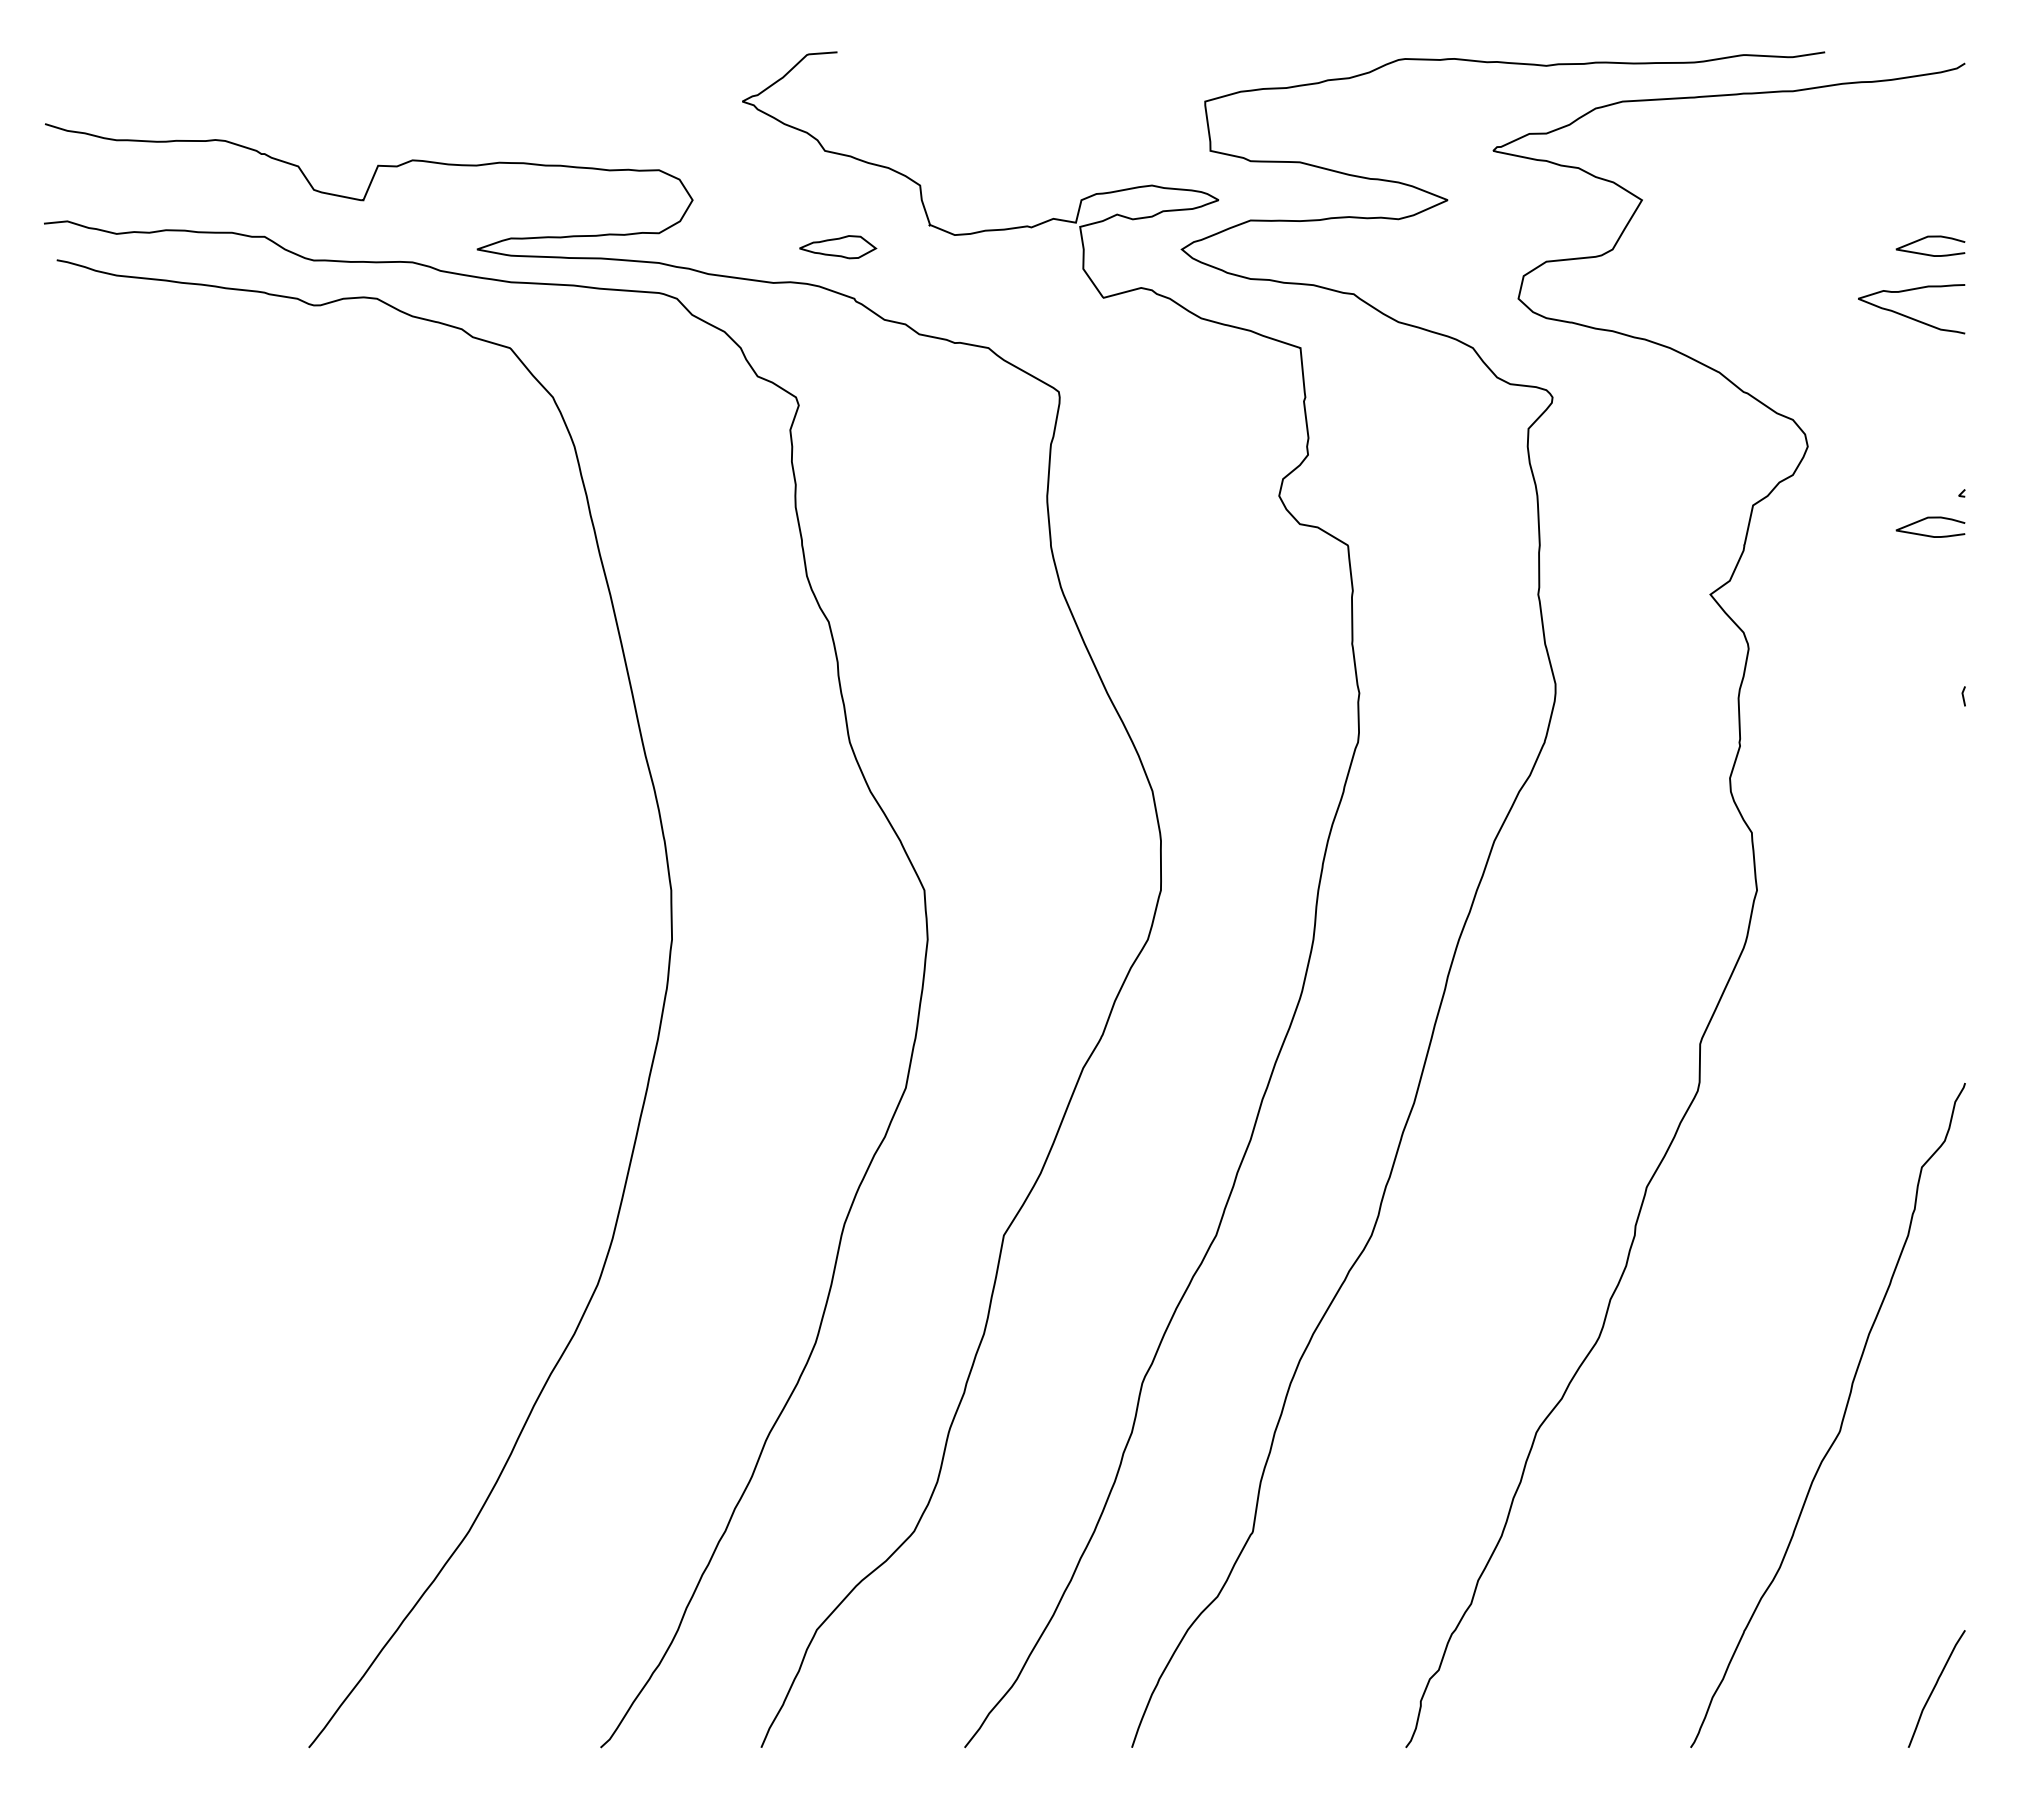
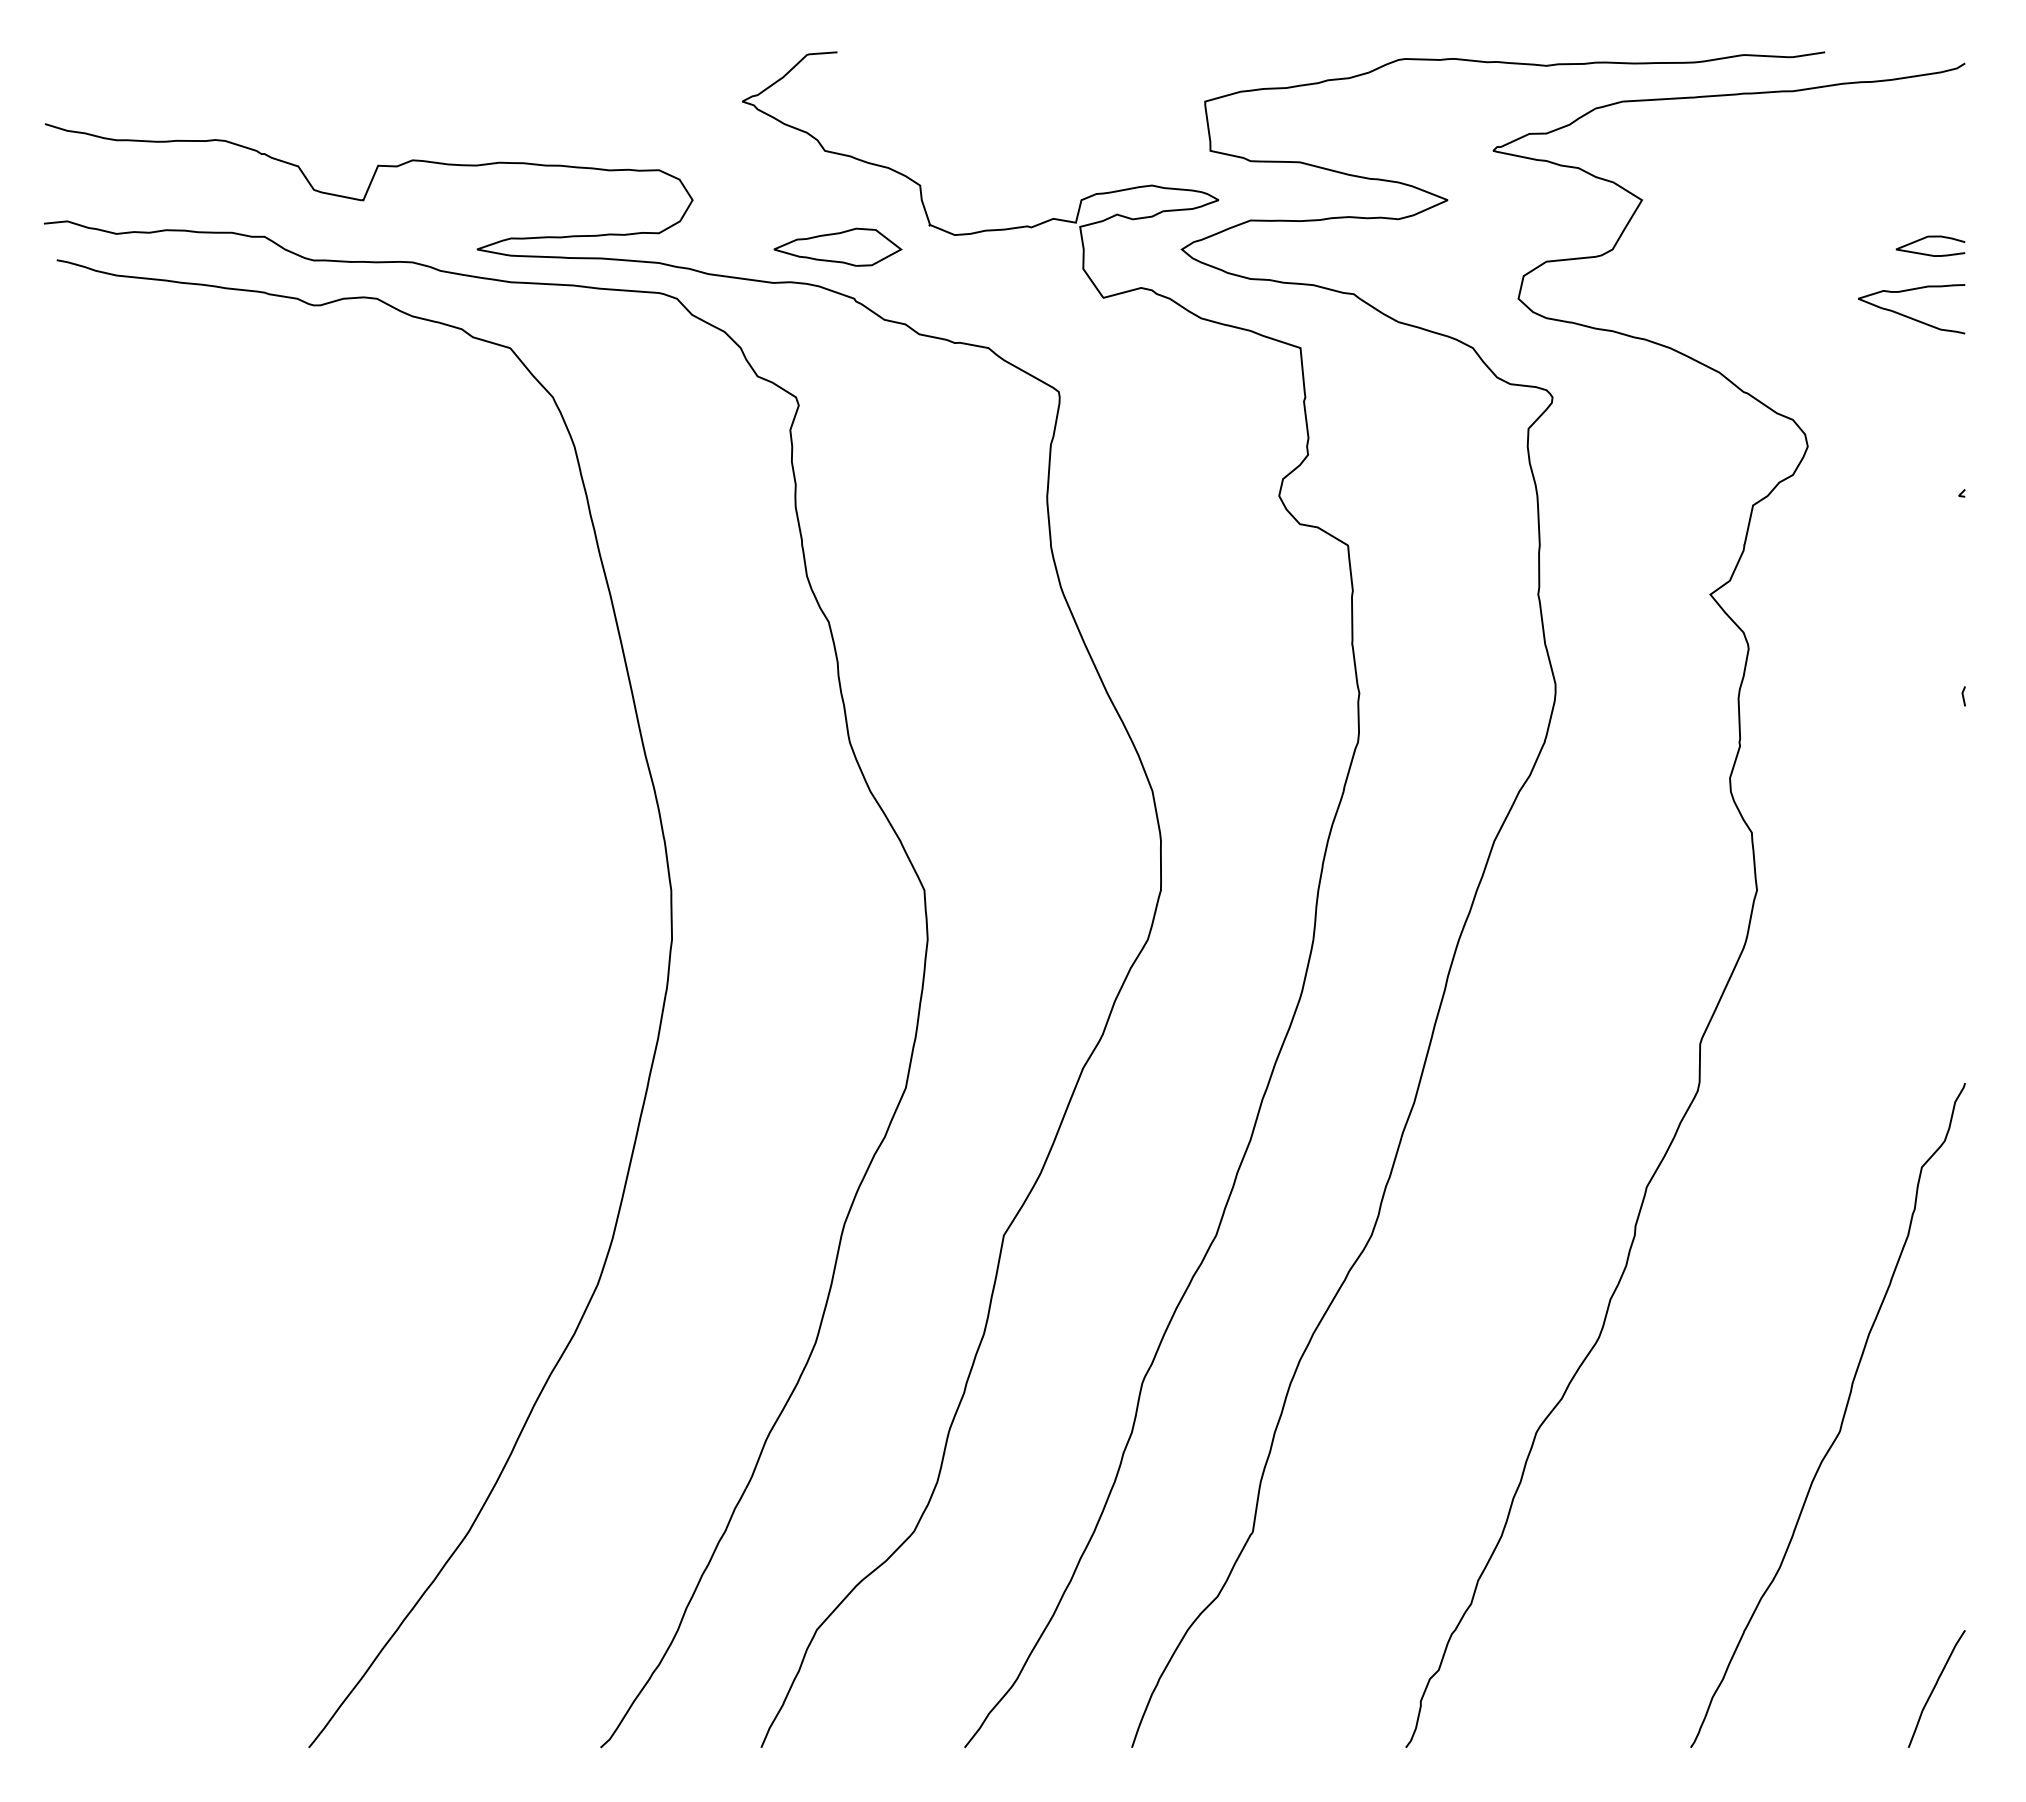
part at (838, 247) size: 79x25 px -> 130x40 px
curve at (1930, 518): present -> none
